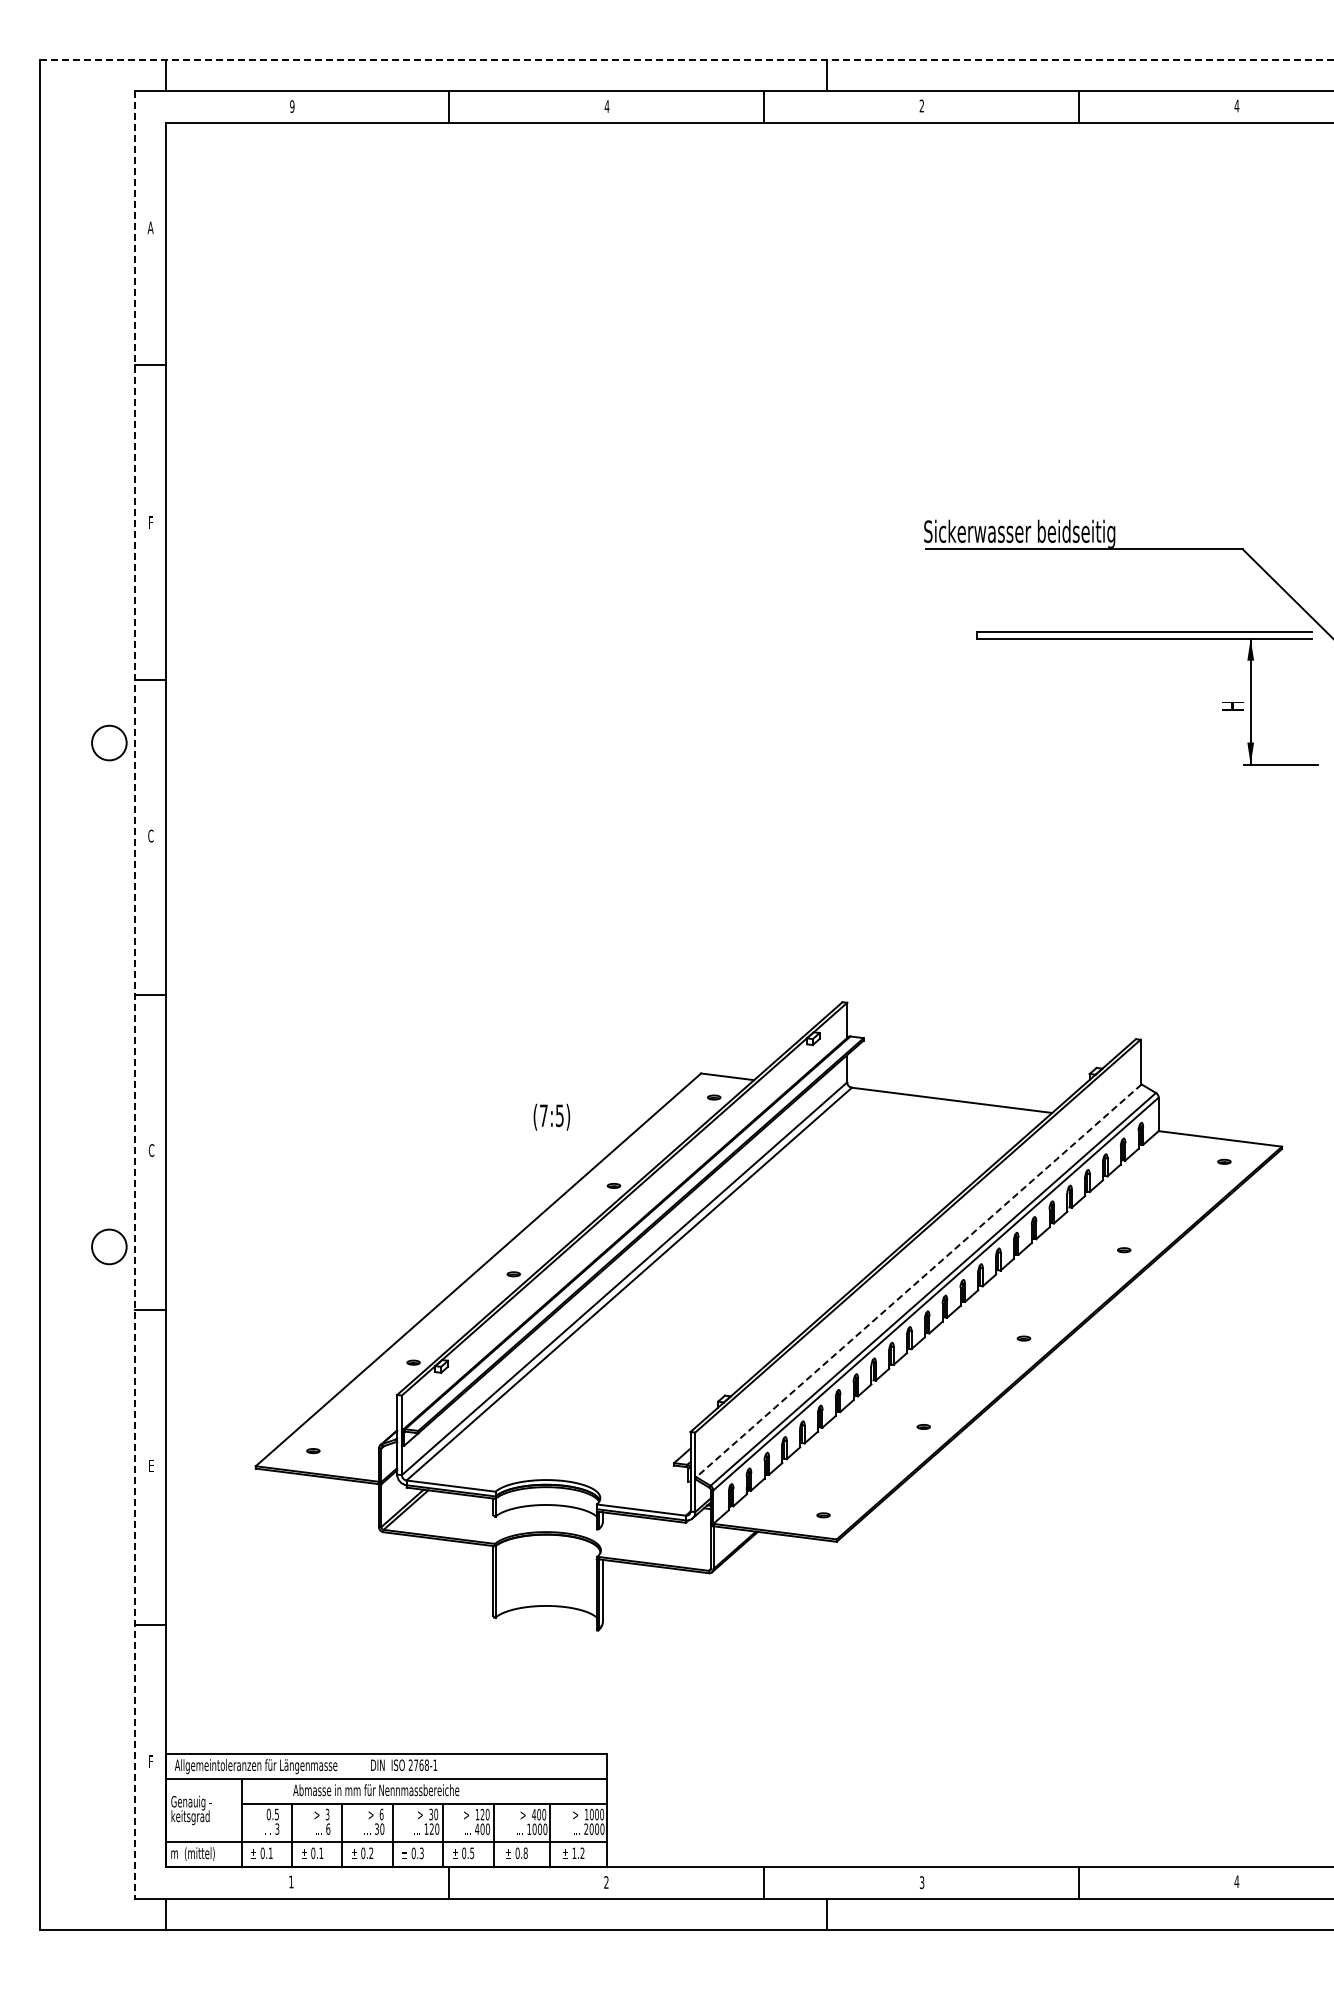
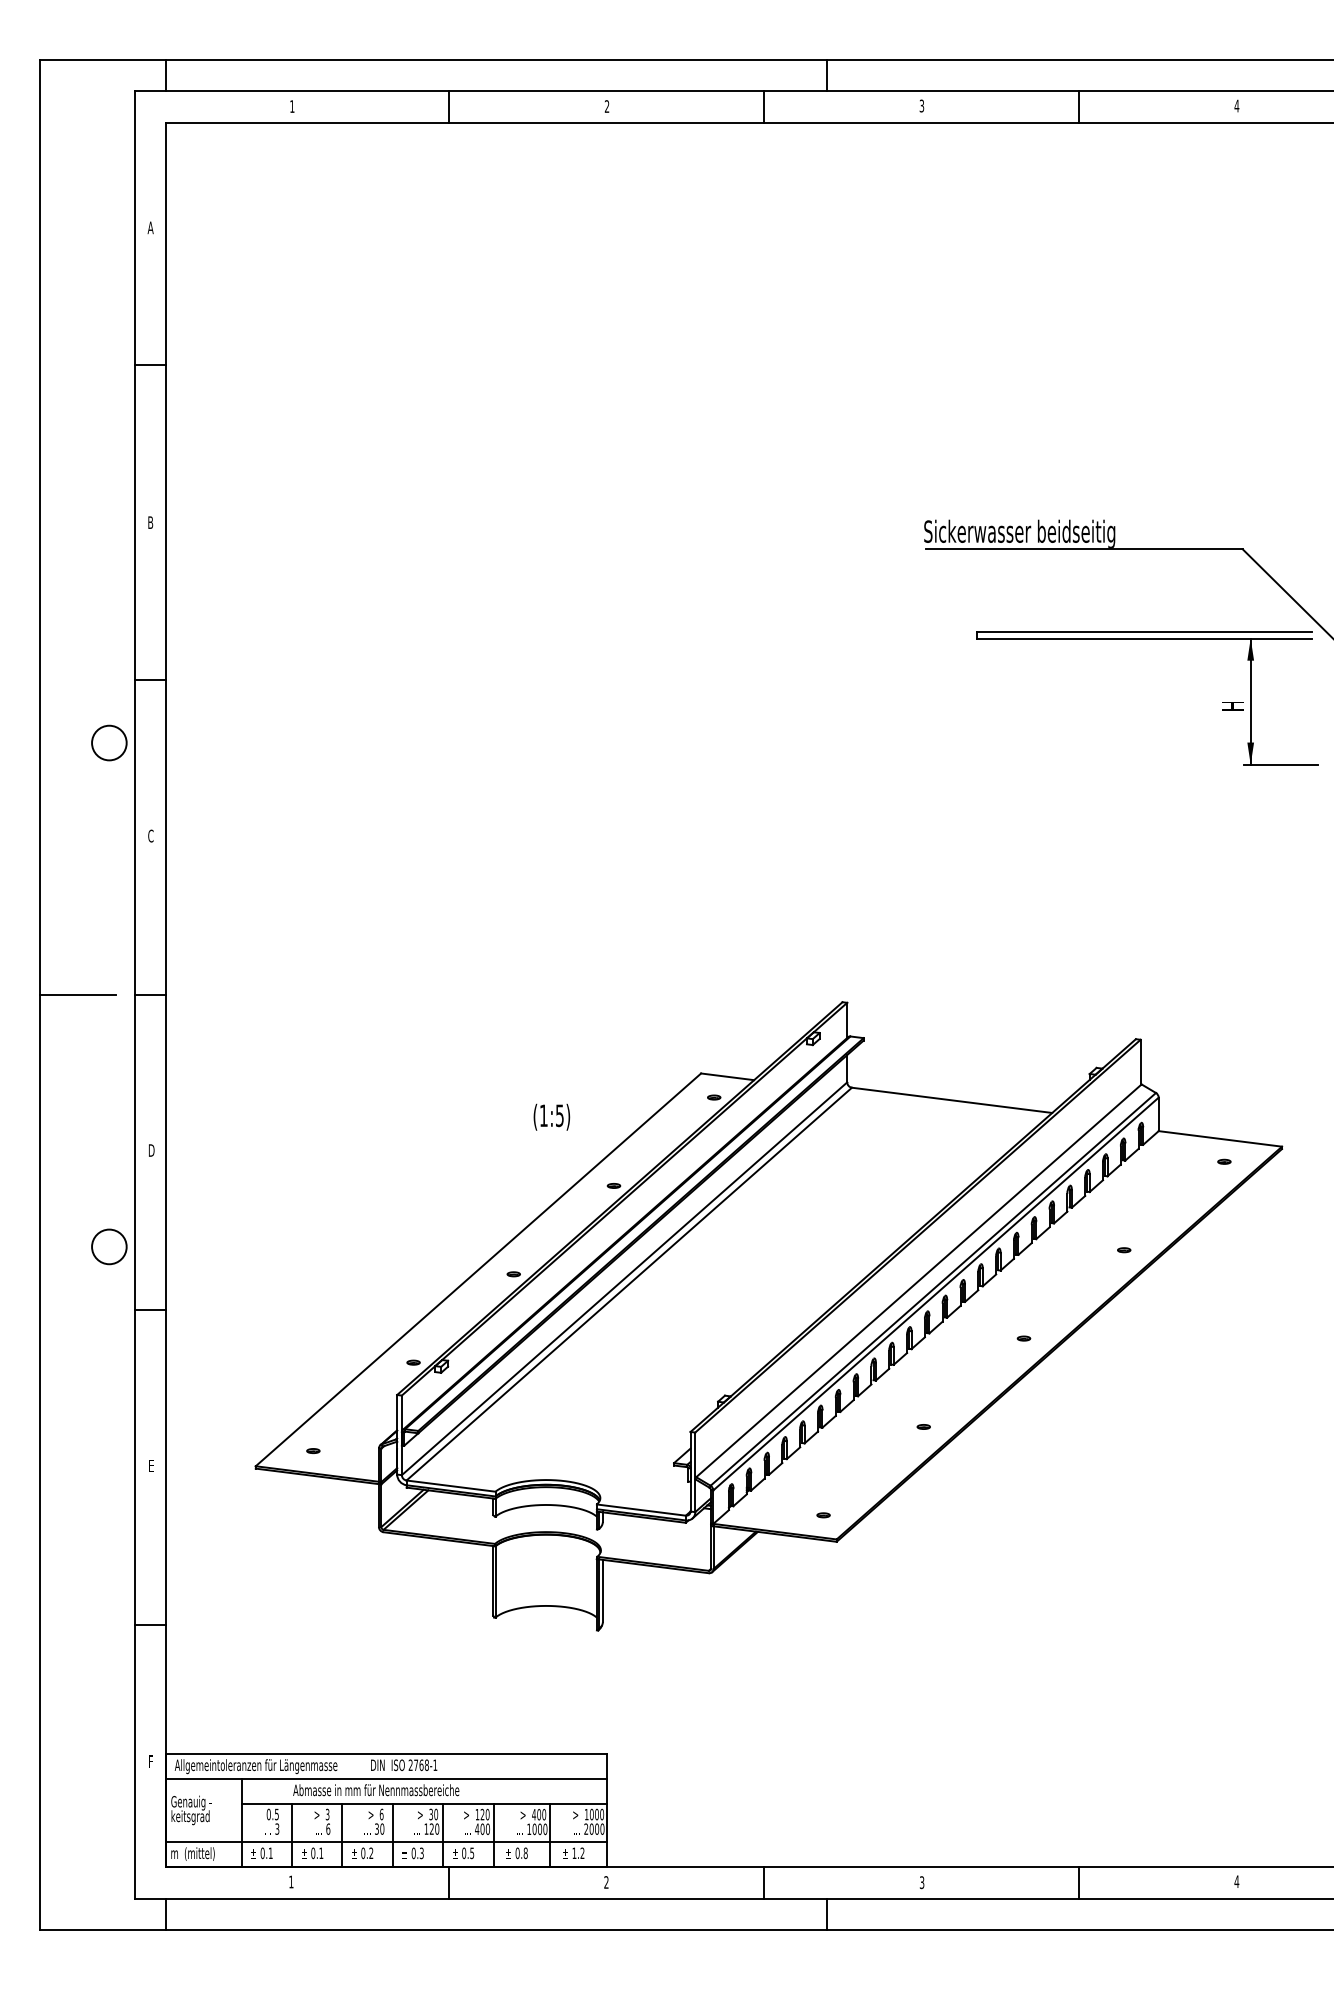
line at (686, 59): dashed -> solid
text at (292, 106): 9 -> 1
text at (606, 106): 4 -> 2
text at (921, 106): 2 -> 3
text at (150, 522): F -> B
line at (77, 995): none -> present
line at (134, 995): dashed -> solid
text at (543, 1115): (7:5) -> (1:5)
text at (151, 1150): C -> D
line at (918, 1280): dashed -> solid
